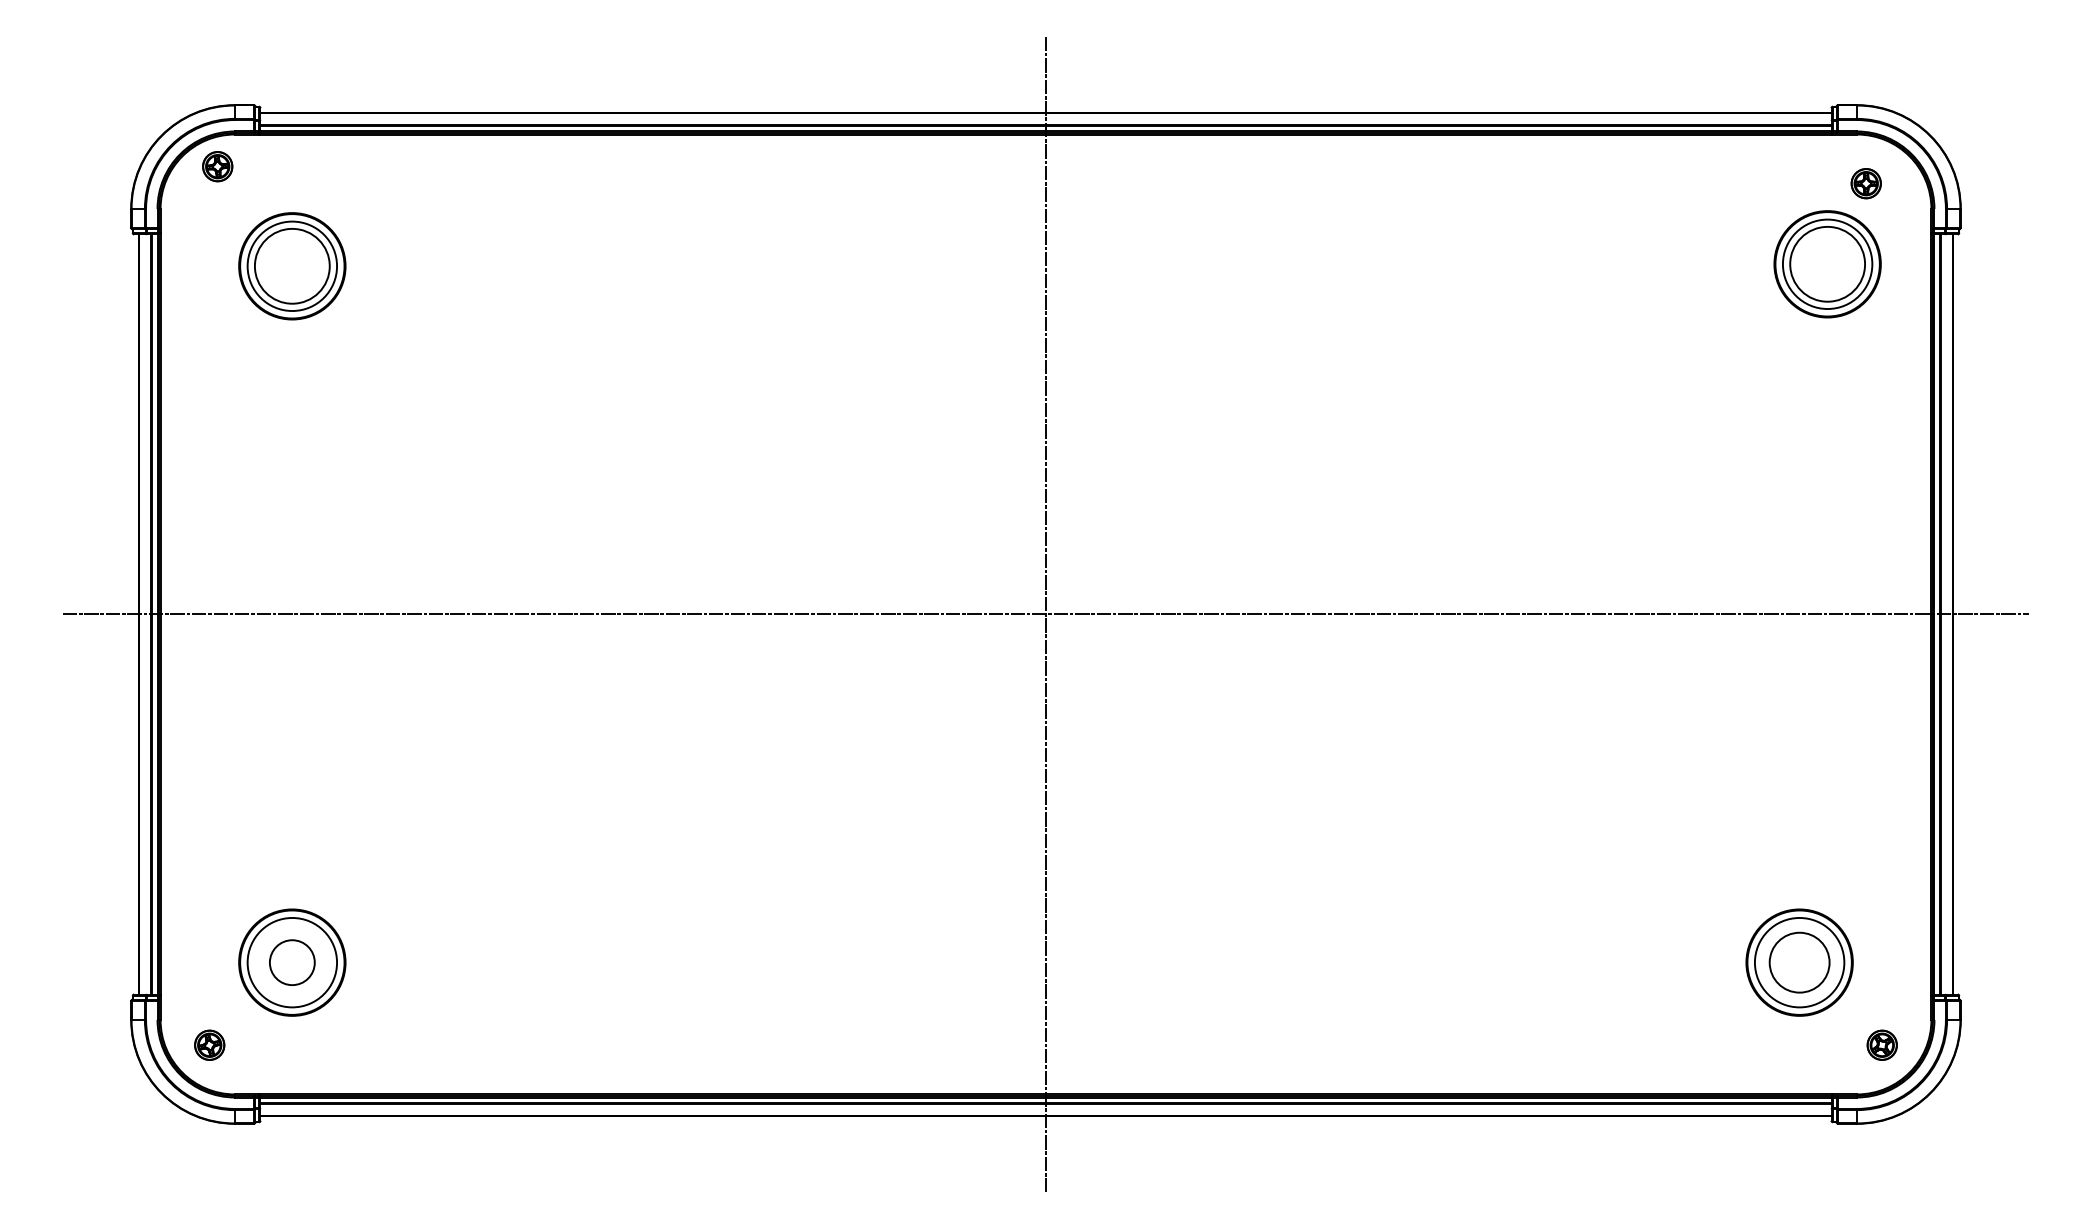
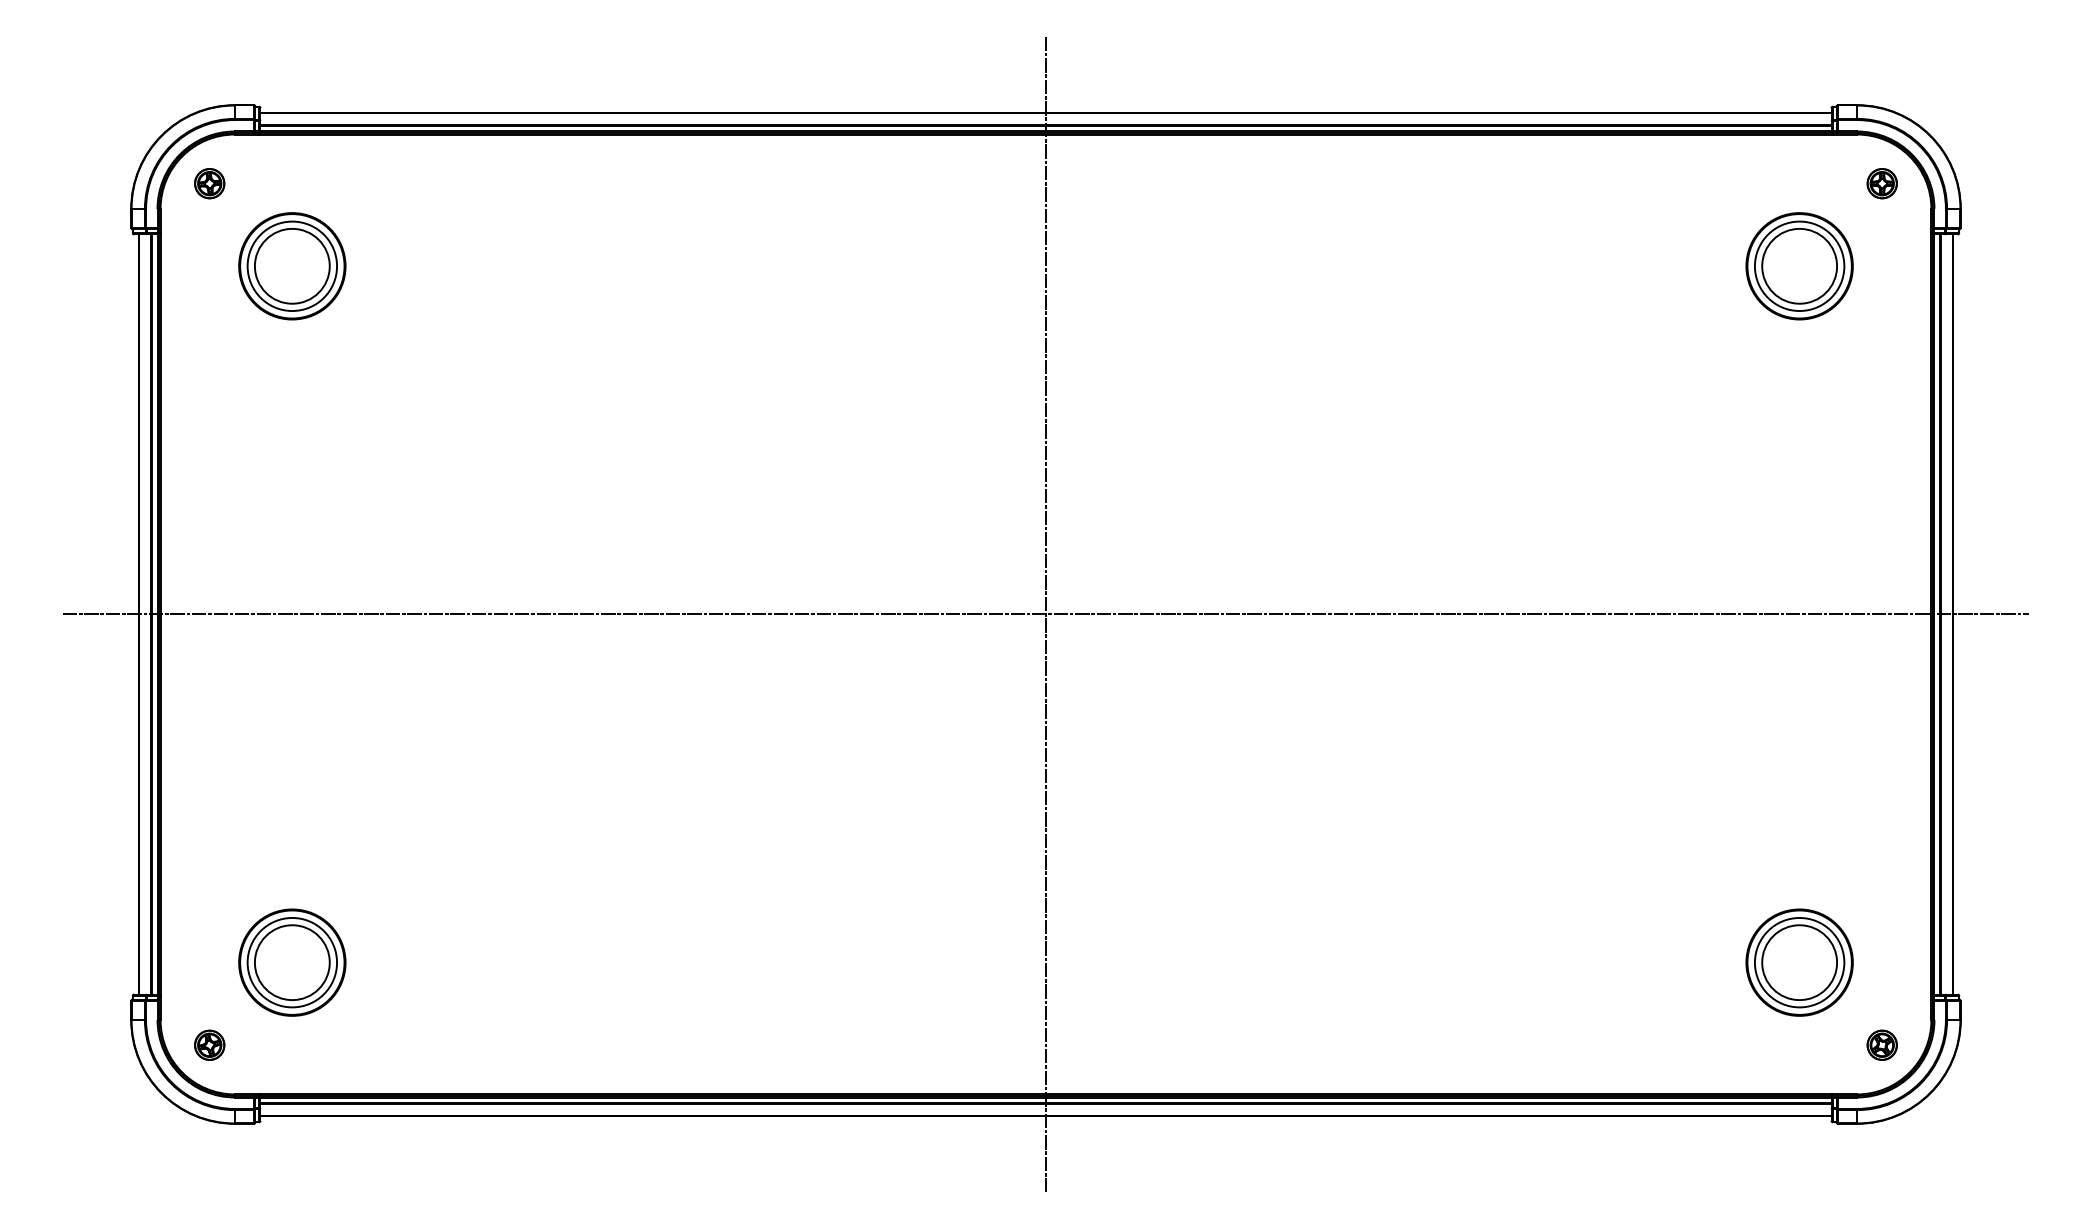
part at (217, 166) position: (217, 166) -> (209, 183)
part at (1865, 183) position: (1865, 183) -> (1881, 183)
part at (1827, 264) position: (1827, 264) -> (1799, 266)
circle at (291, 962) diameter: 45 px -> 75 px
circle at (1799, 962) diameter: 60 px -> 75 px
